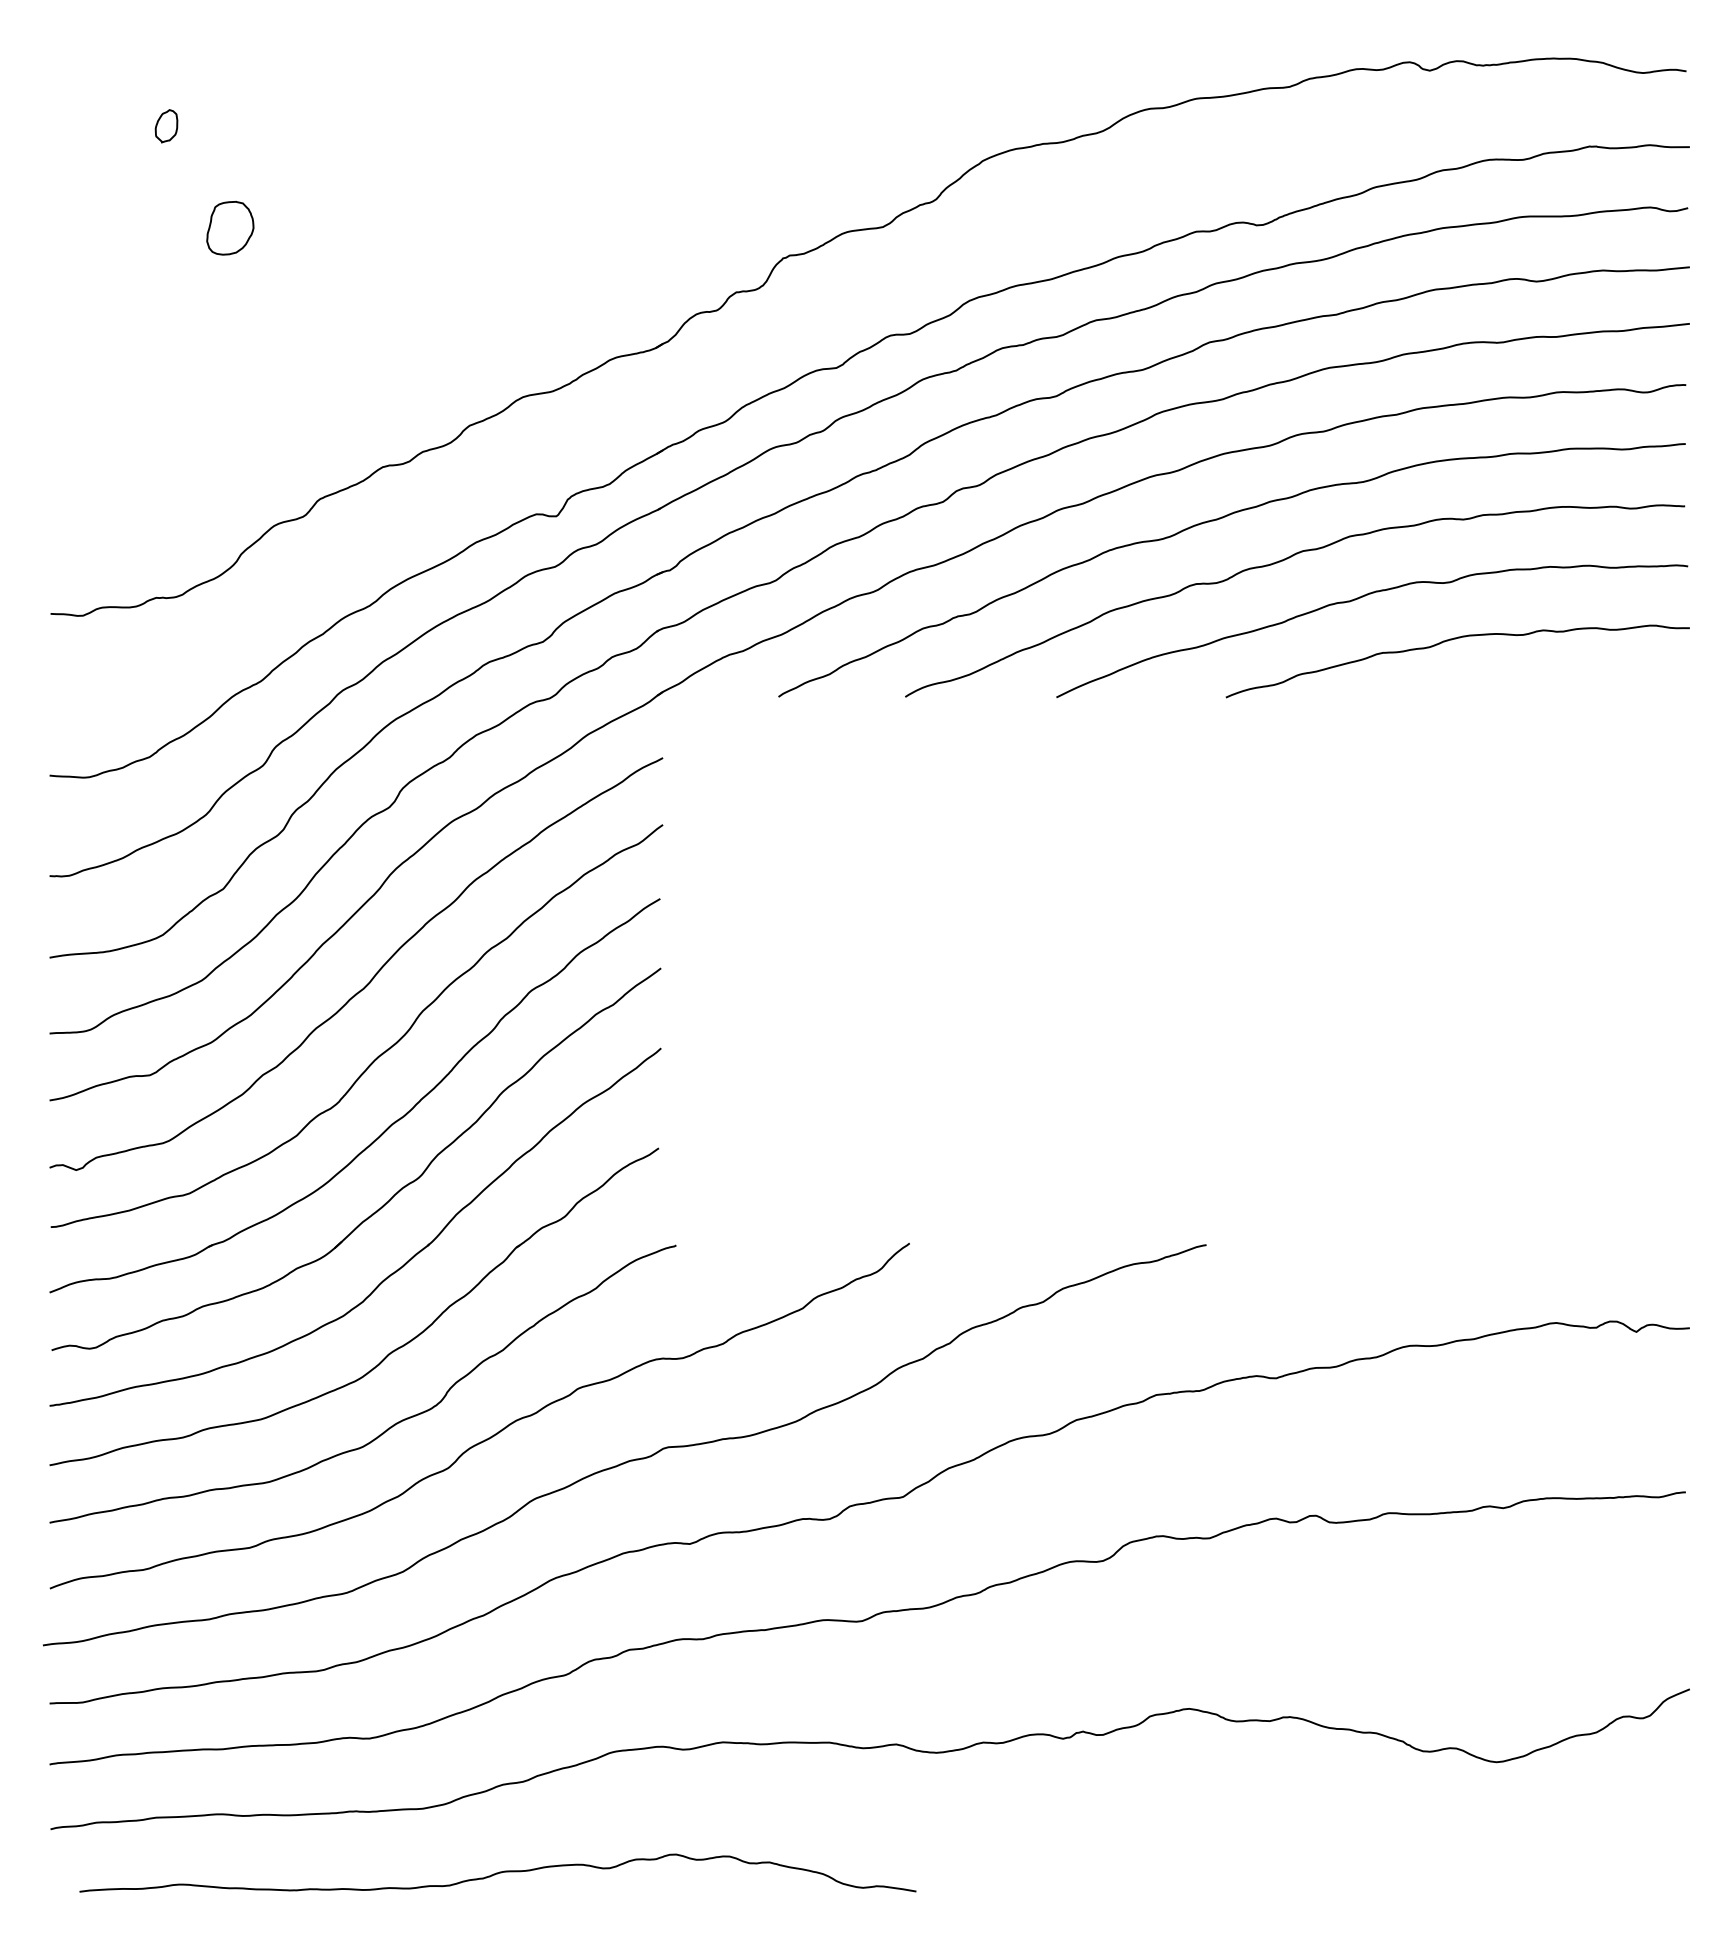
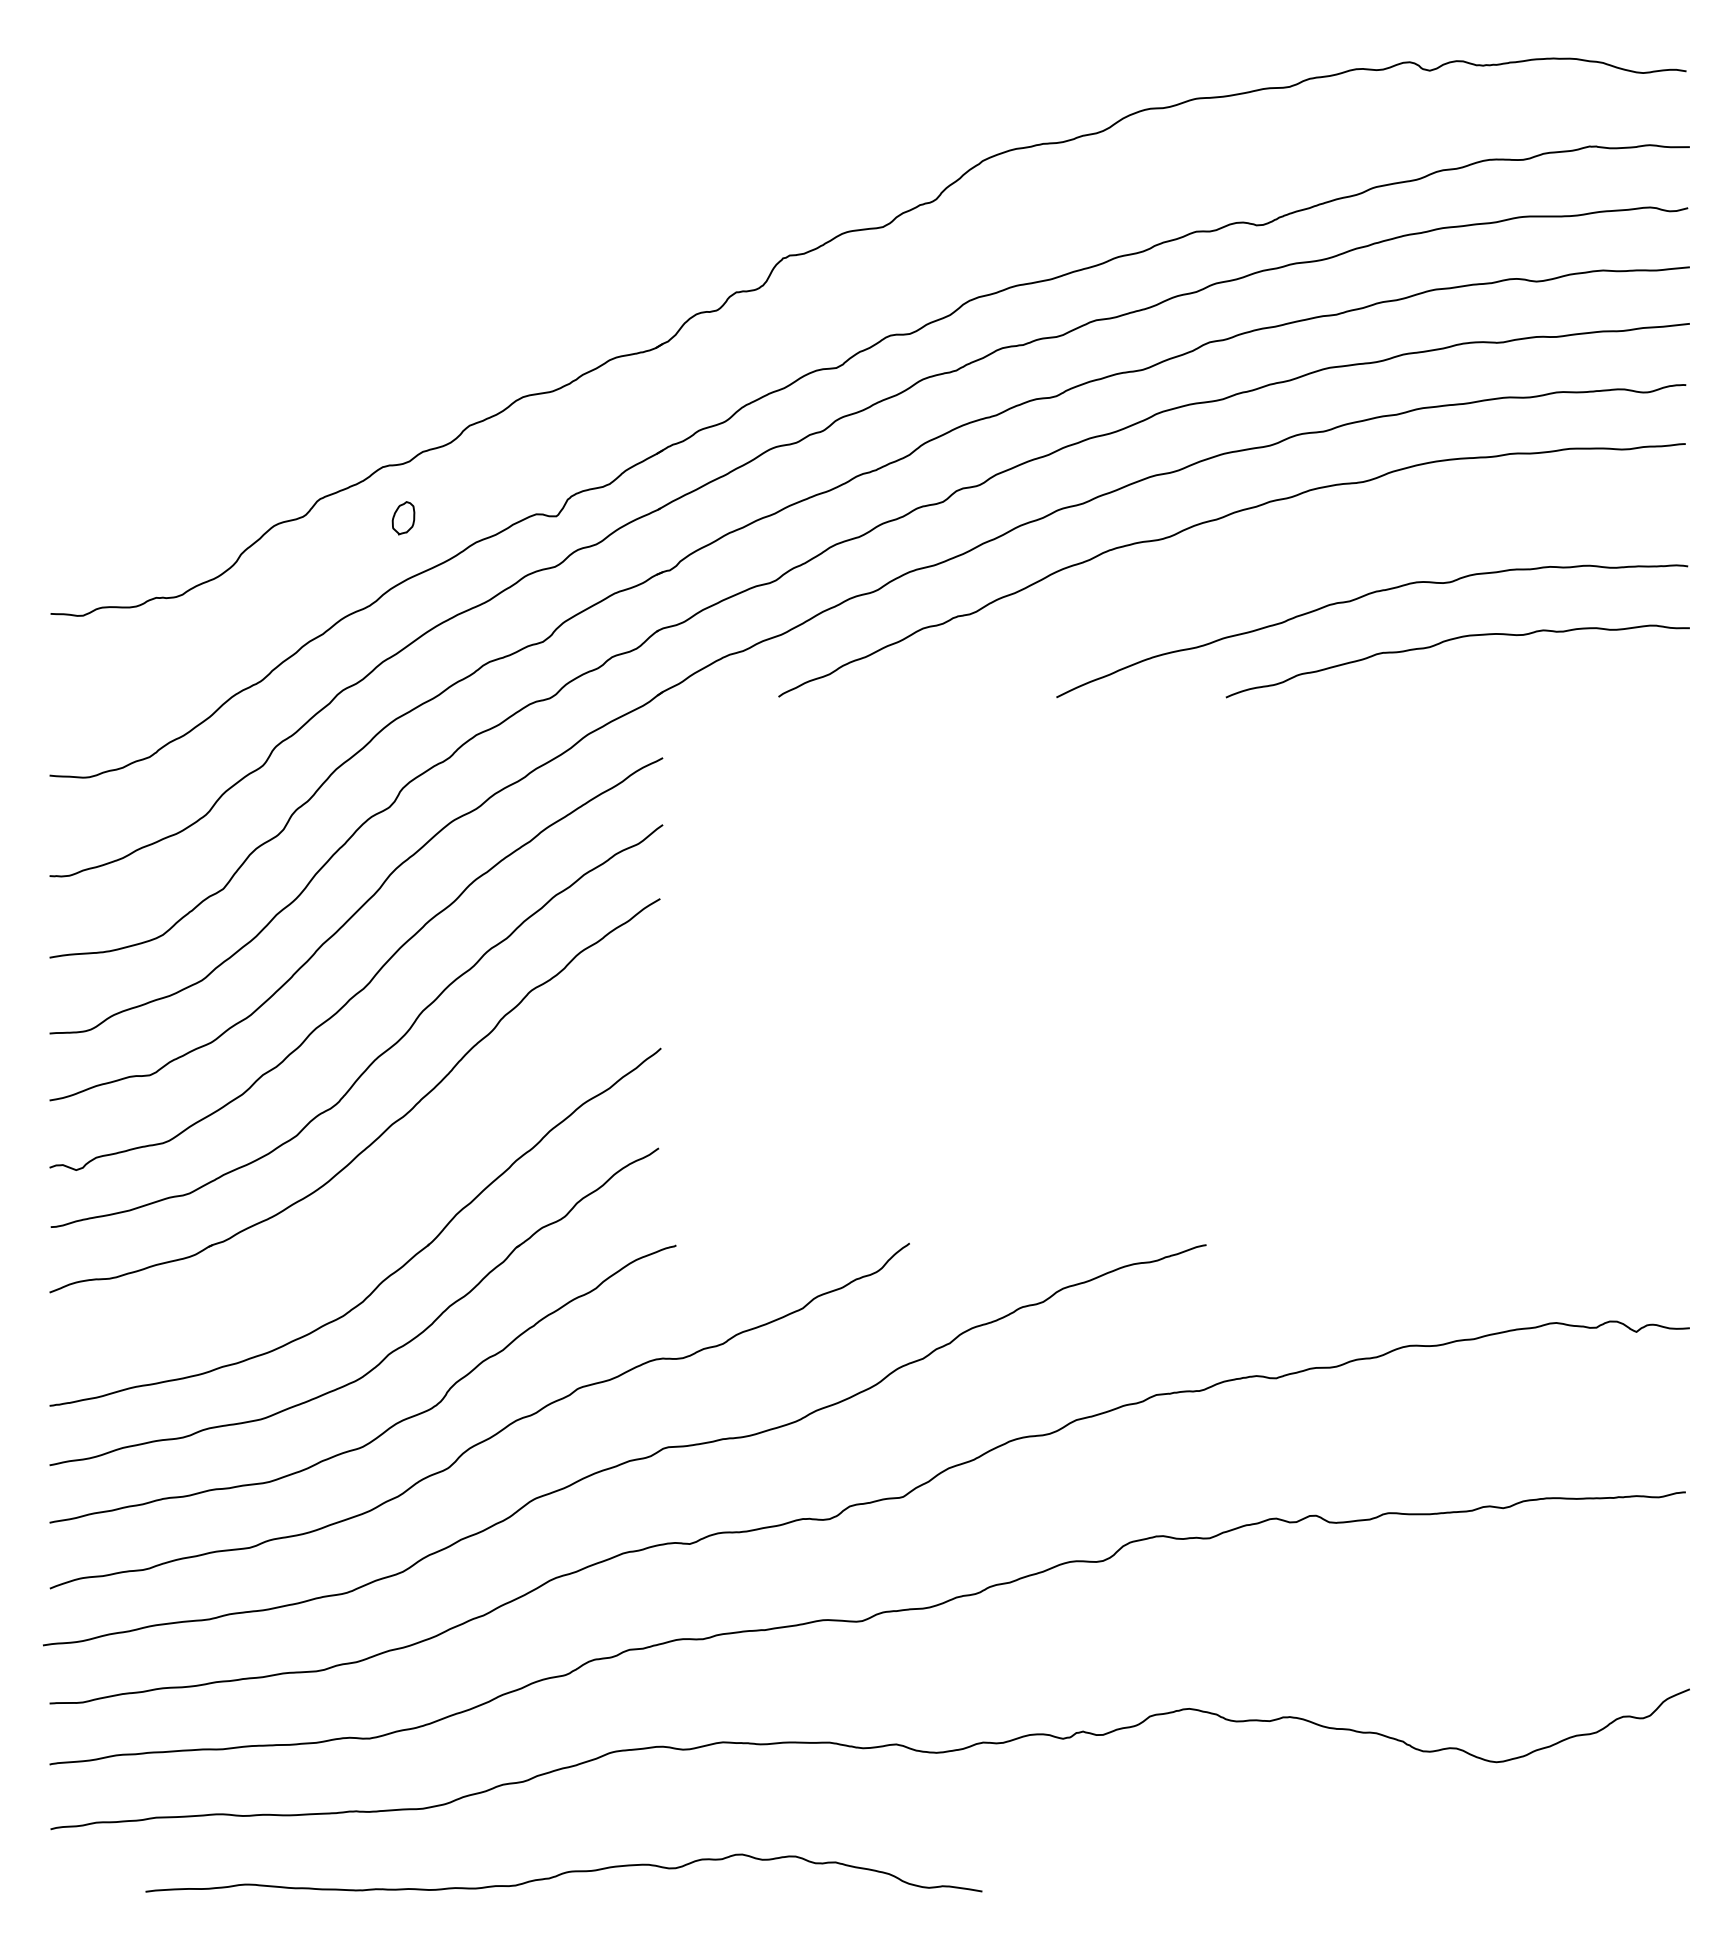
part at (166, 126) position: (166, 126) -> (403, 518)
part at (230, 228): present -> none
curve at (1280, 562): present -> none
part at (393, 1195): present -> none
curve at (497, 1872) position: (497, 1872) -> (563, 1872)
